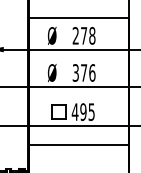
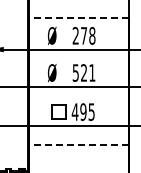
line at (78, 18): solid -> dashed
text at (84, 72): 376 -> 521
line at (78, 145): solid -> dashed
